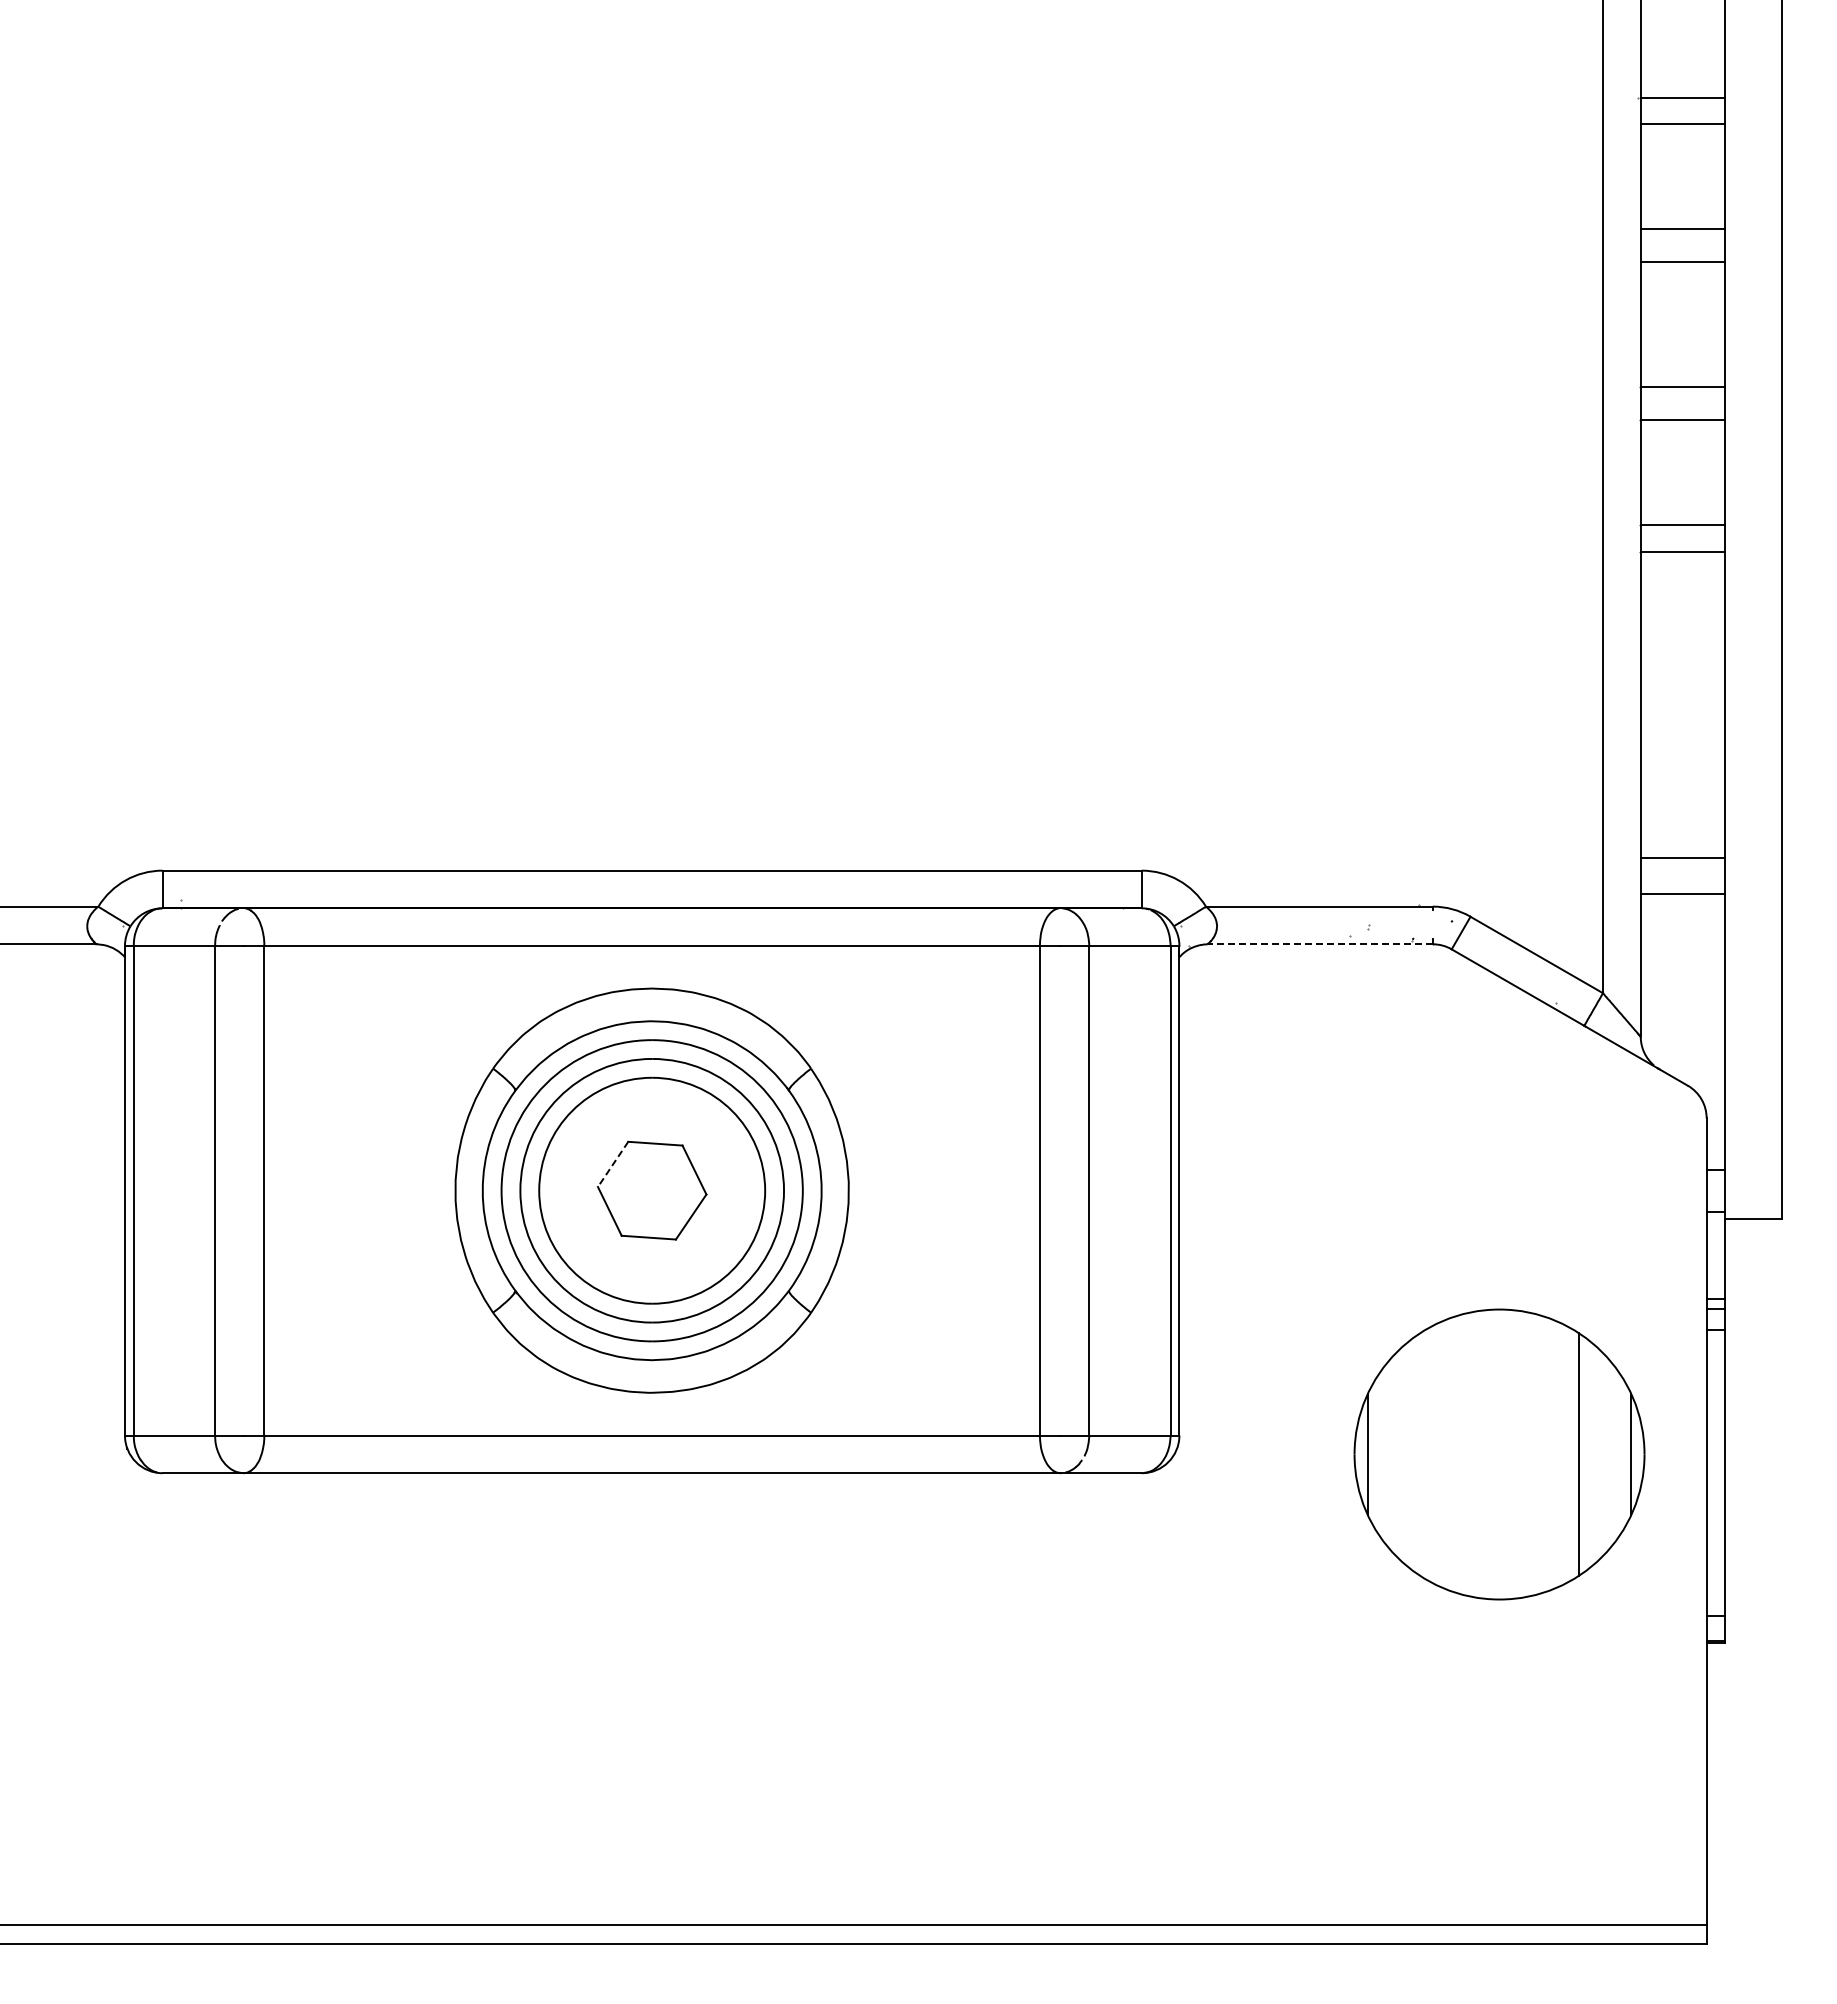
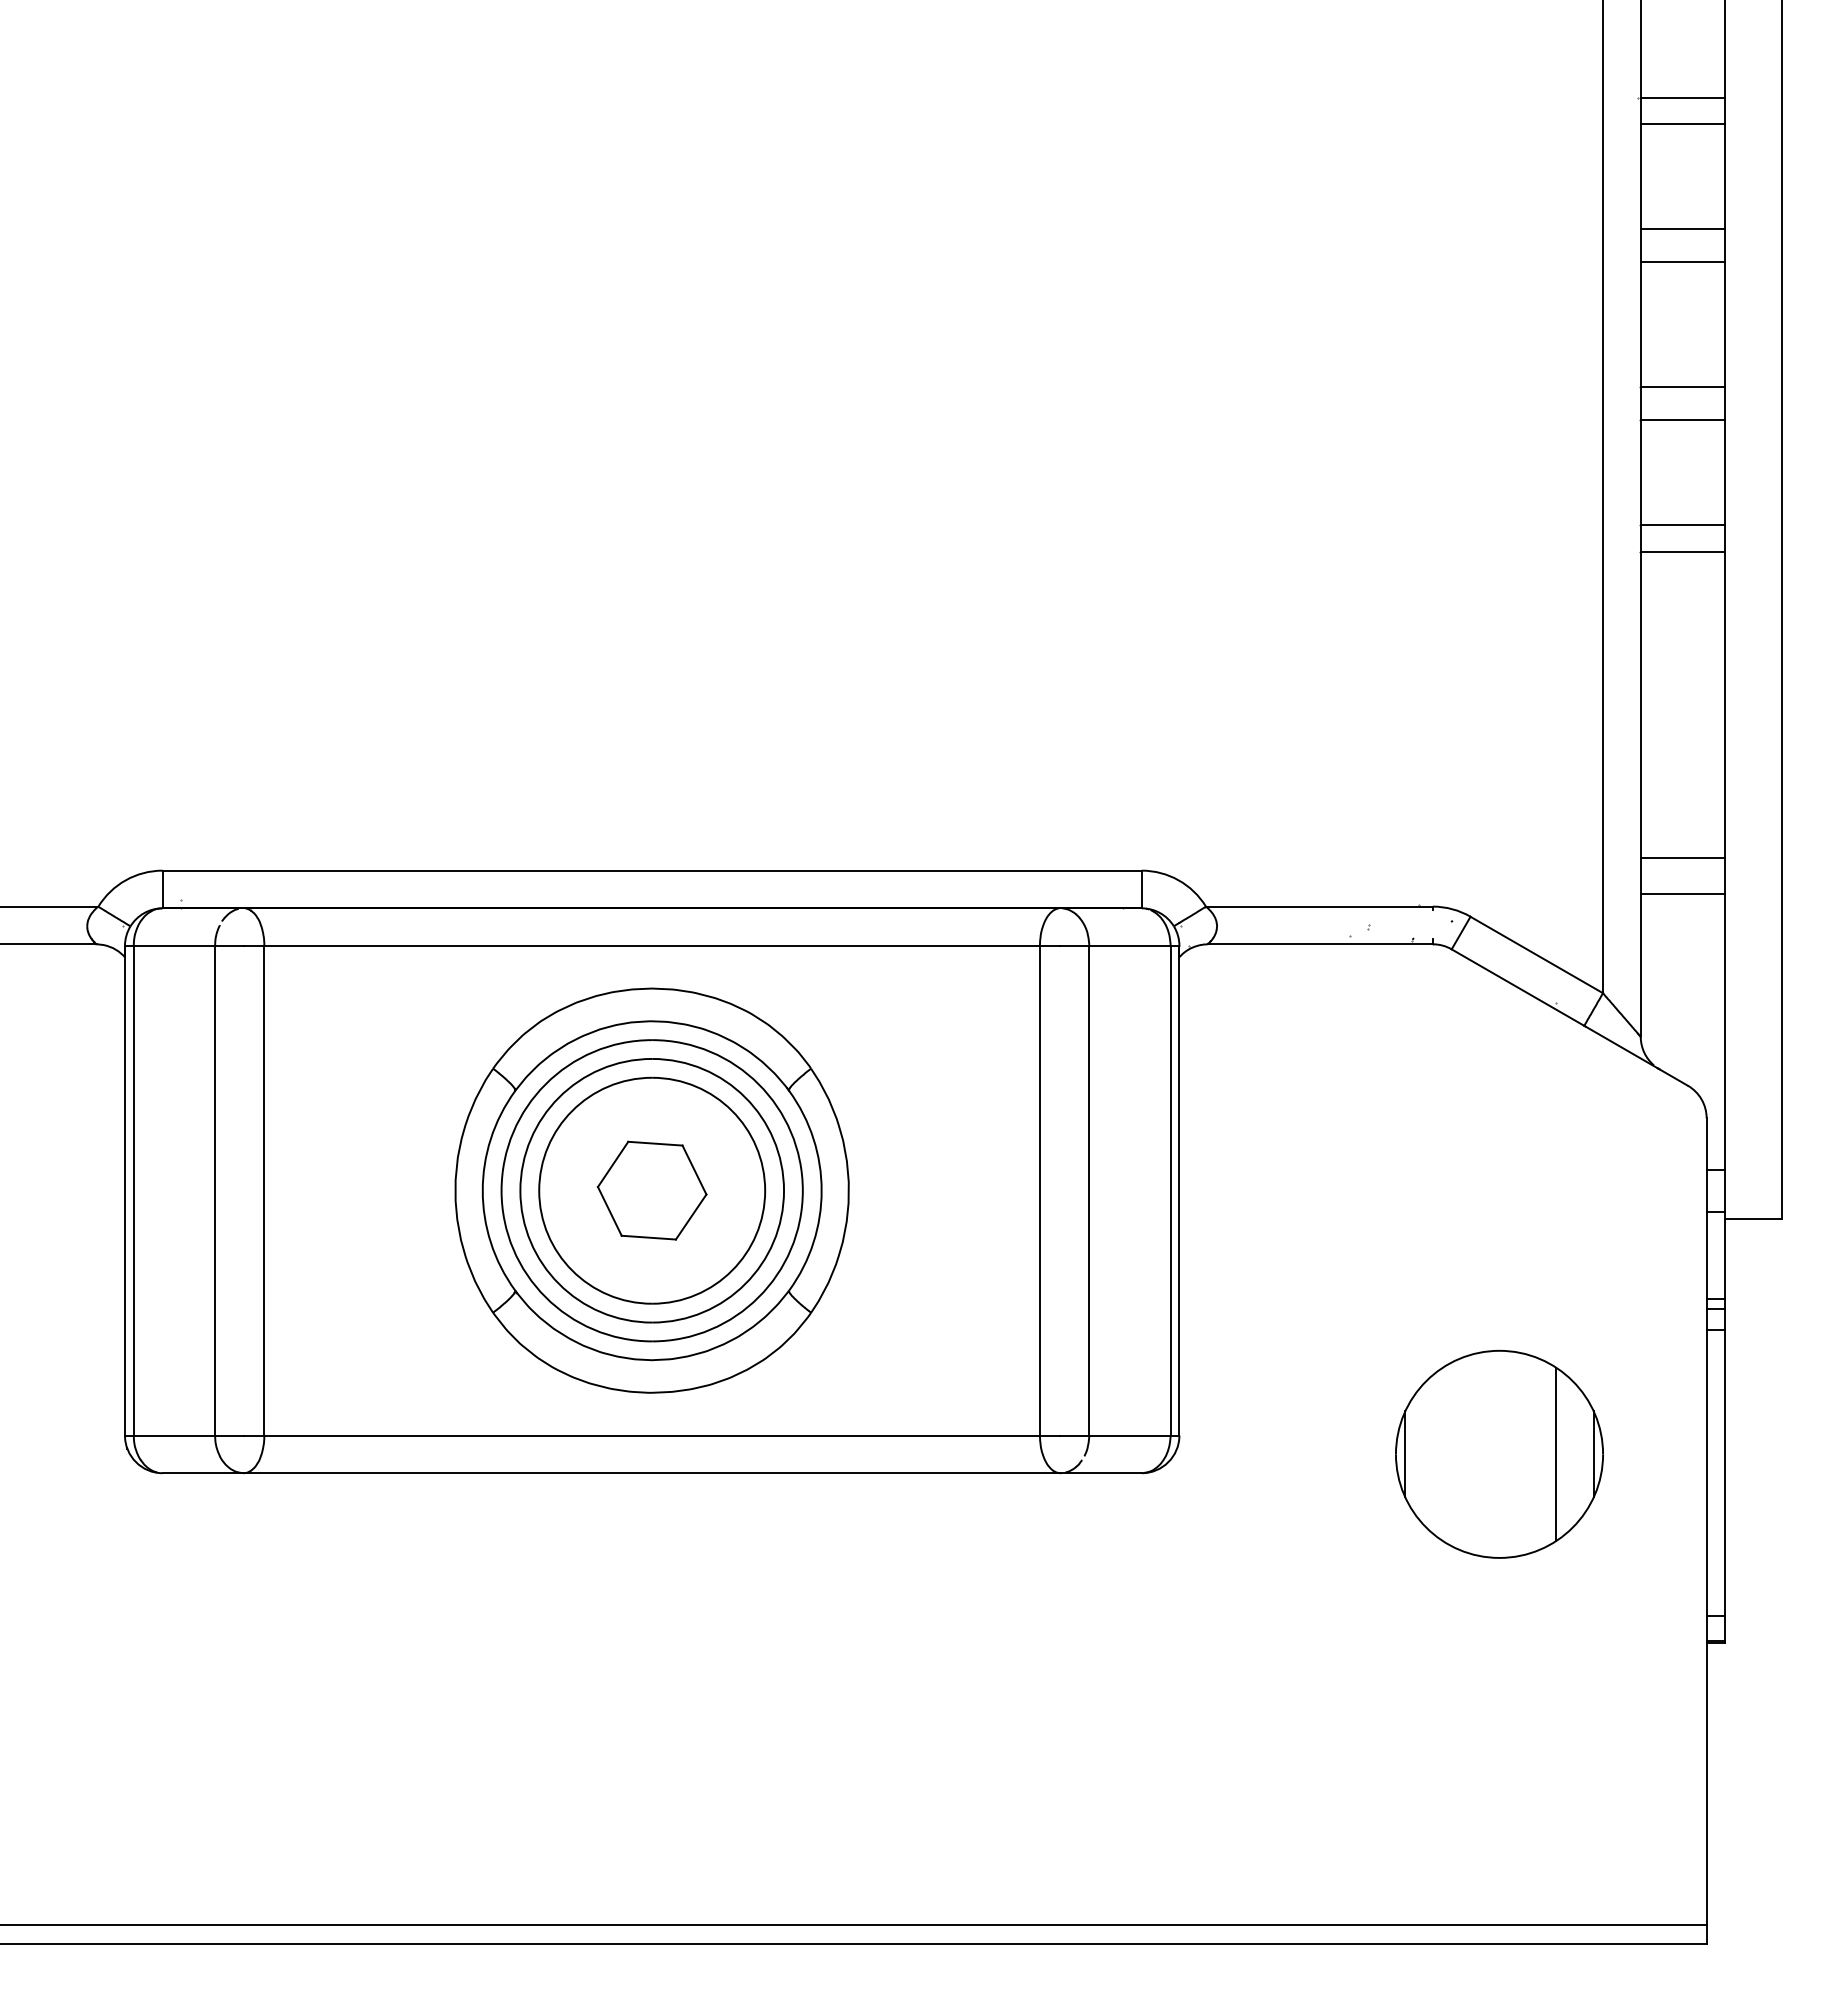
line at (1320, 944): dashed -> solid
line at (612, 1164): dashed -> solid
part at (1499, 1454) size: 293x293 px -> 209x210 px
